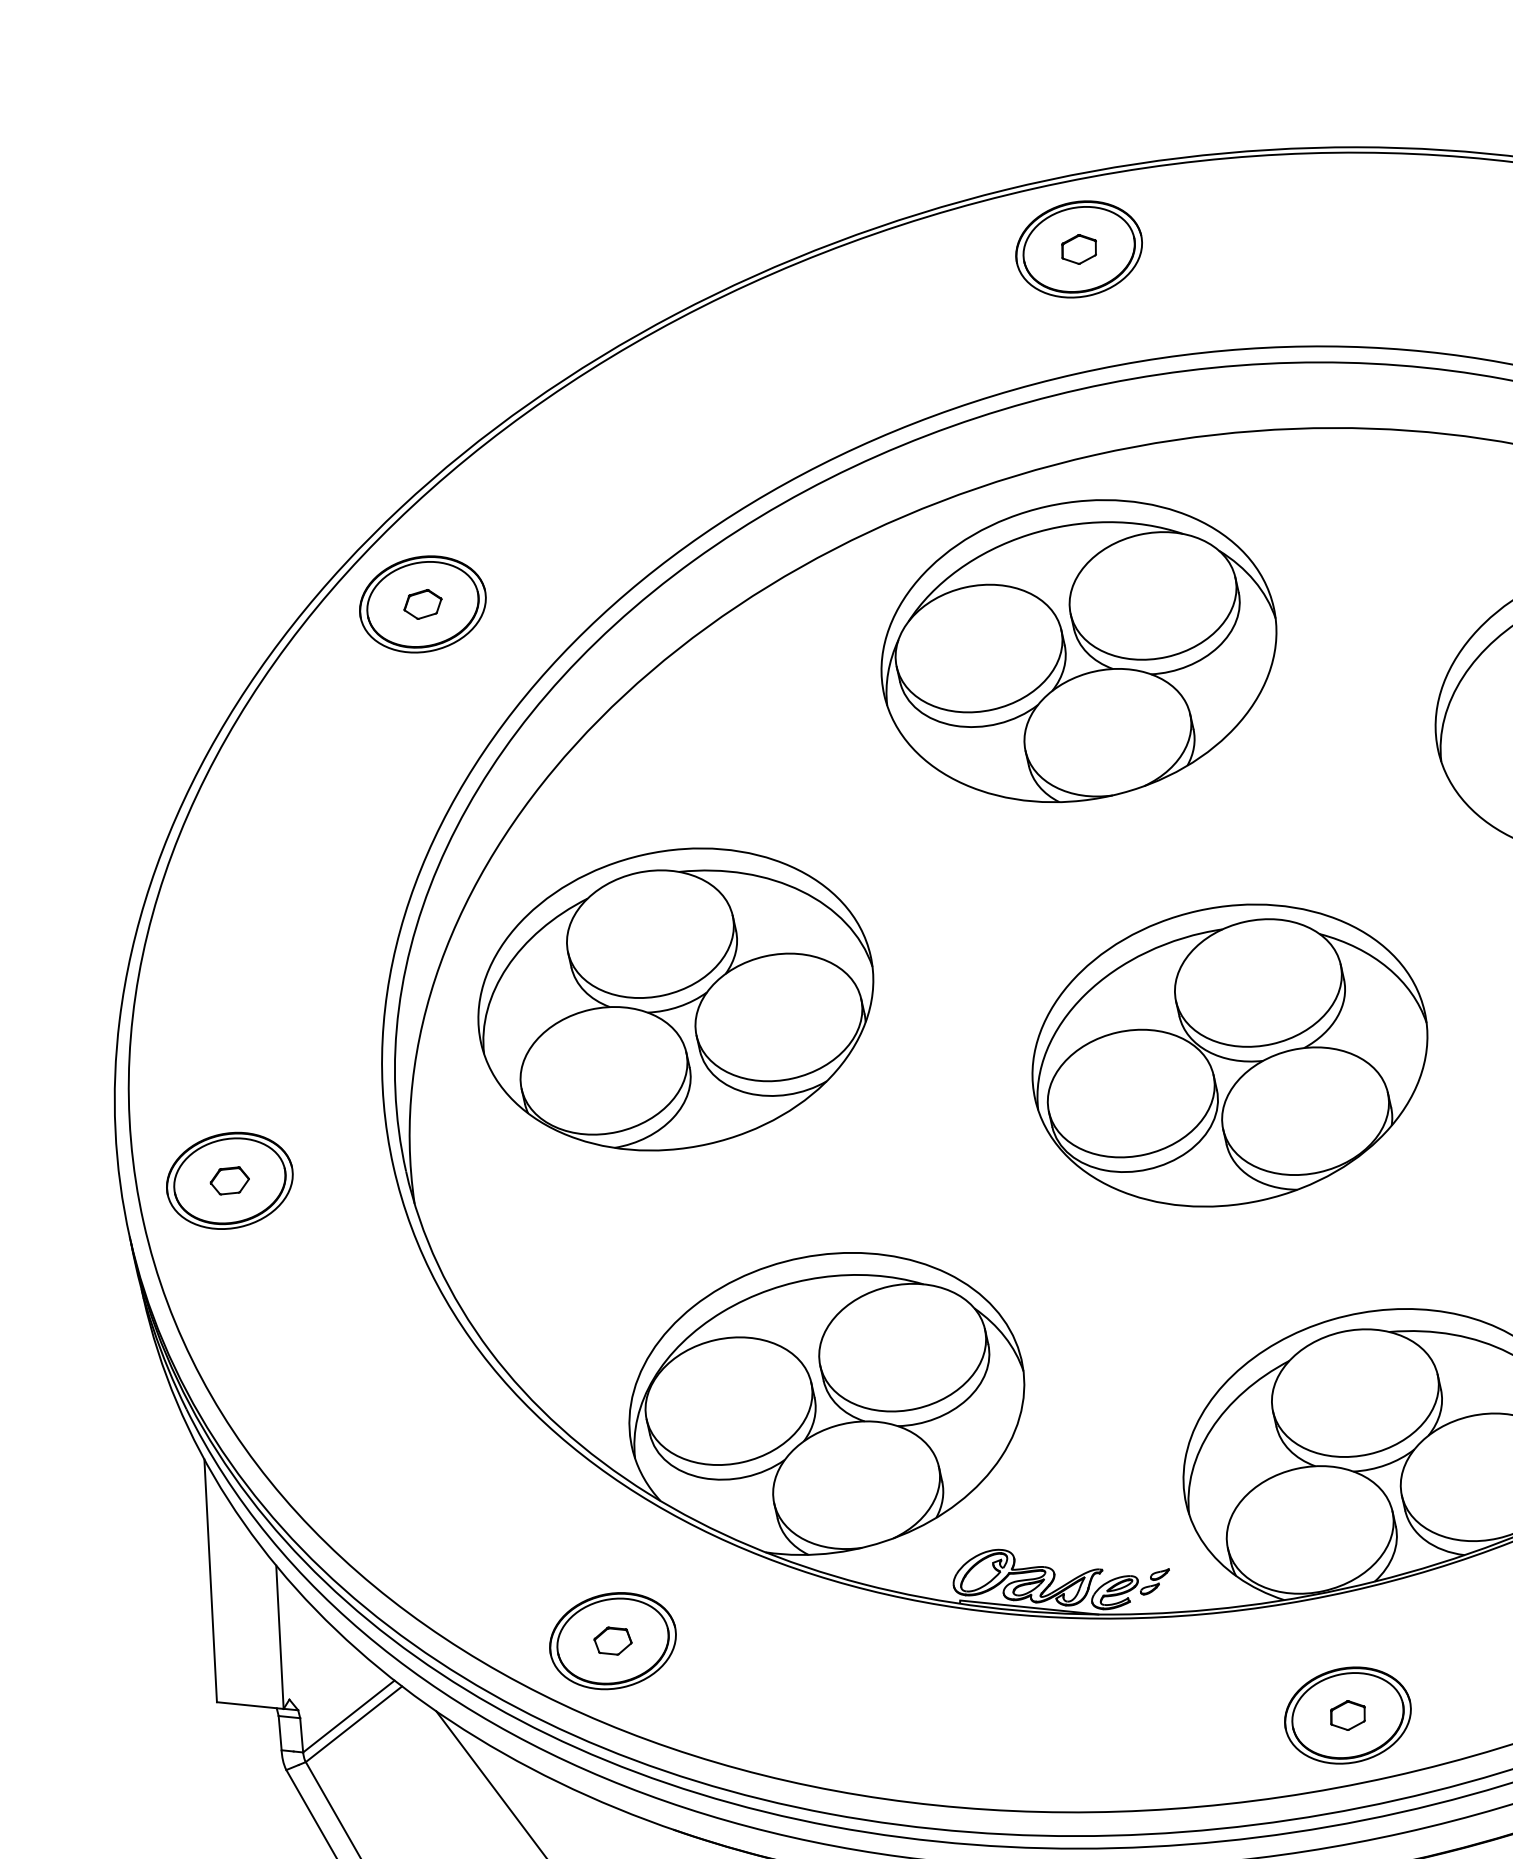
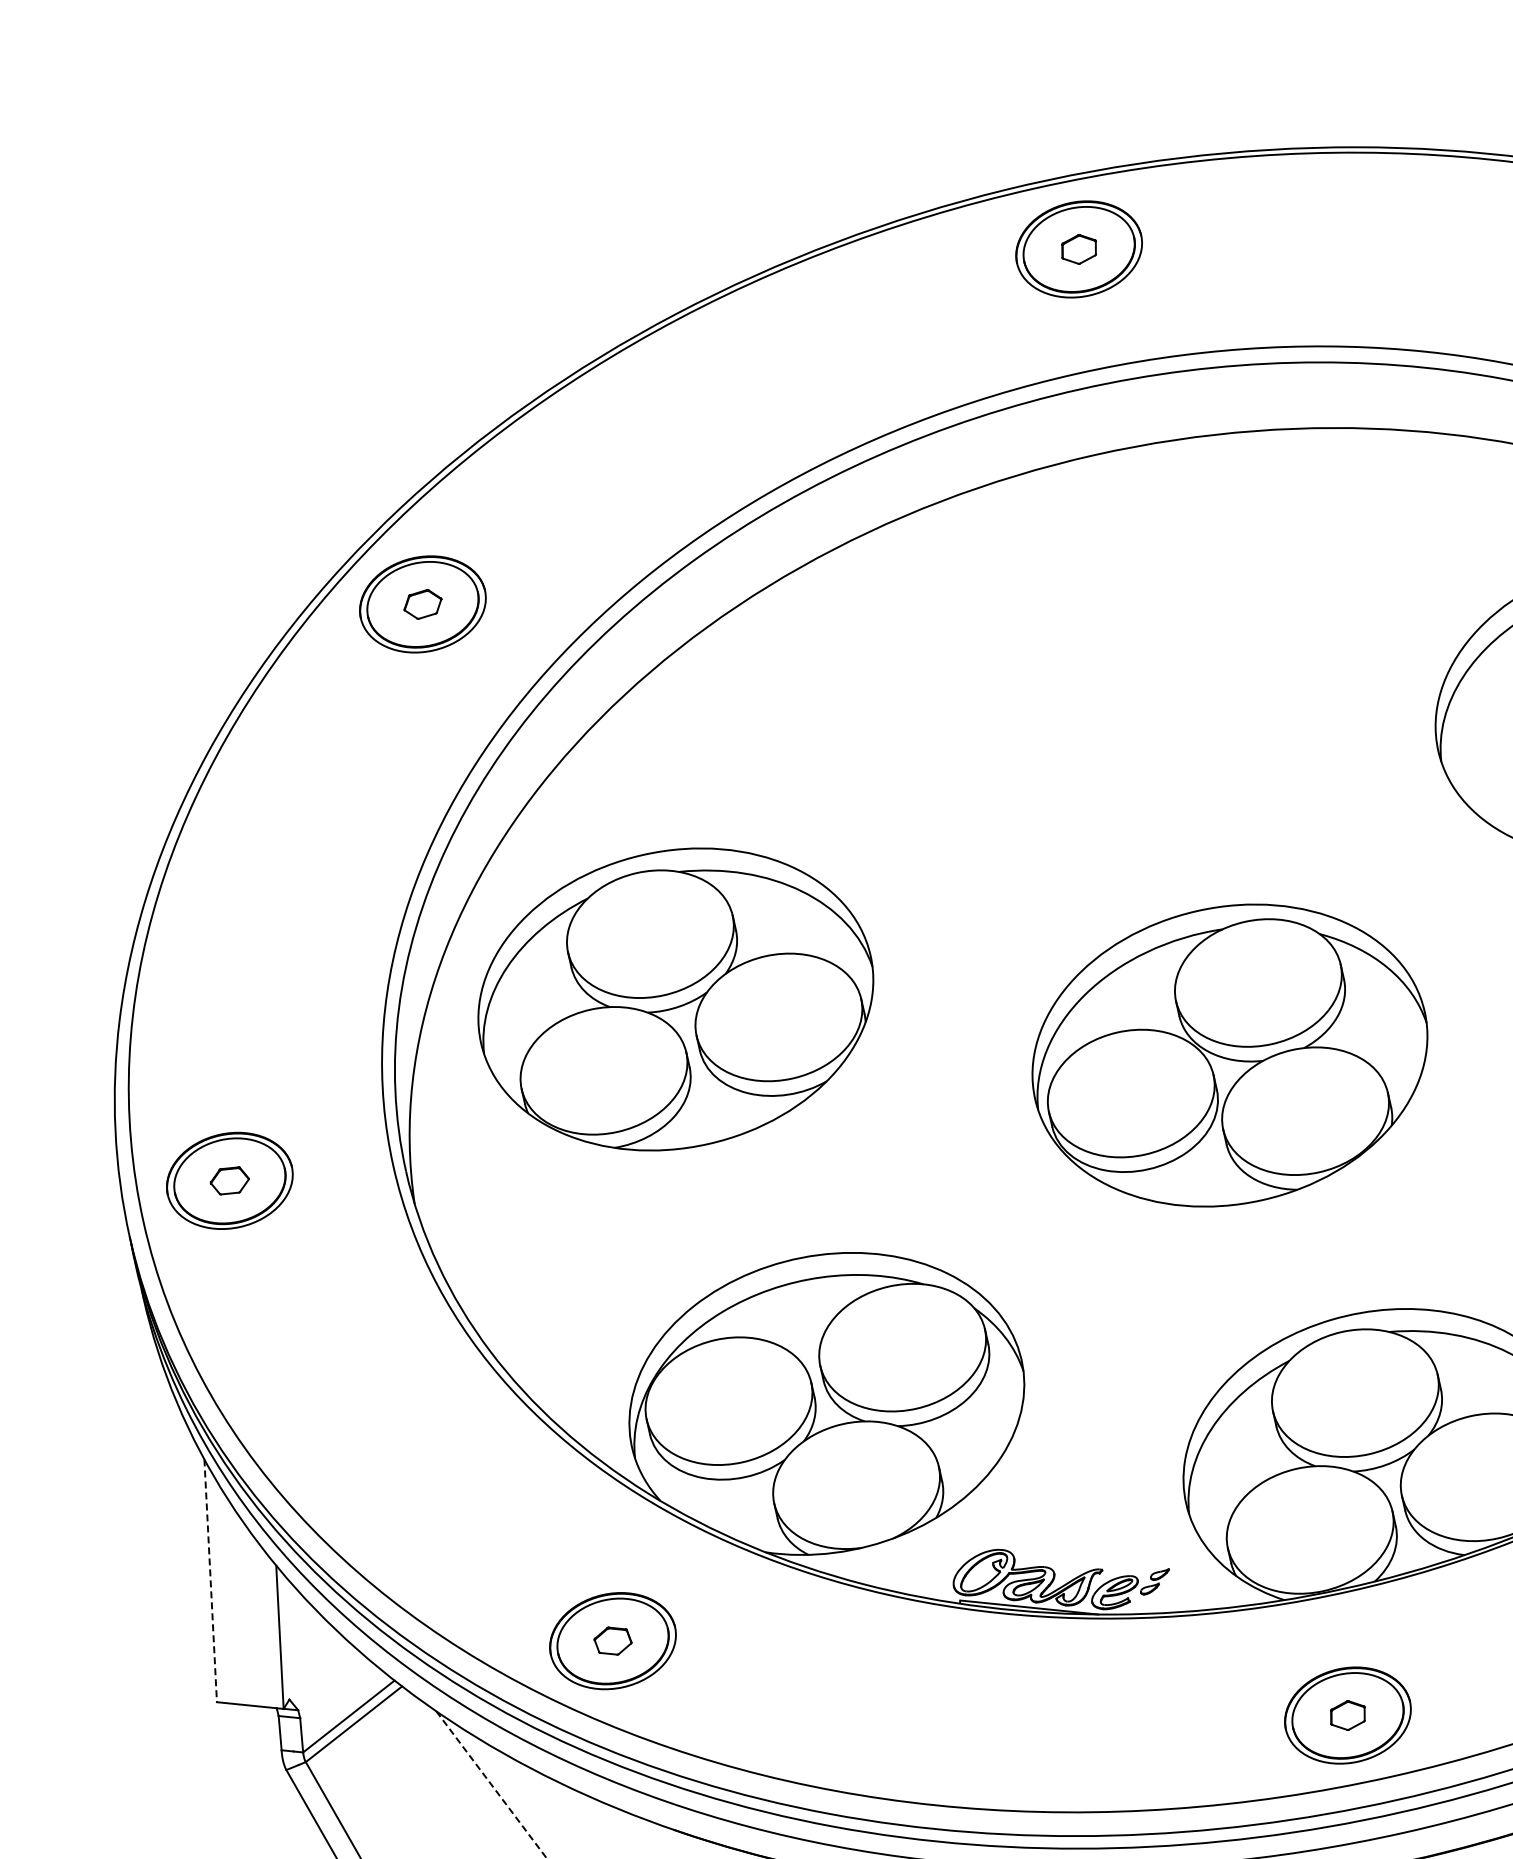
part at (1078, 651): present -> none
line at (210, 1580): solid -> dashed
line at (491, 1784): solid -> dashed
